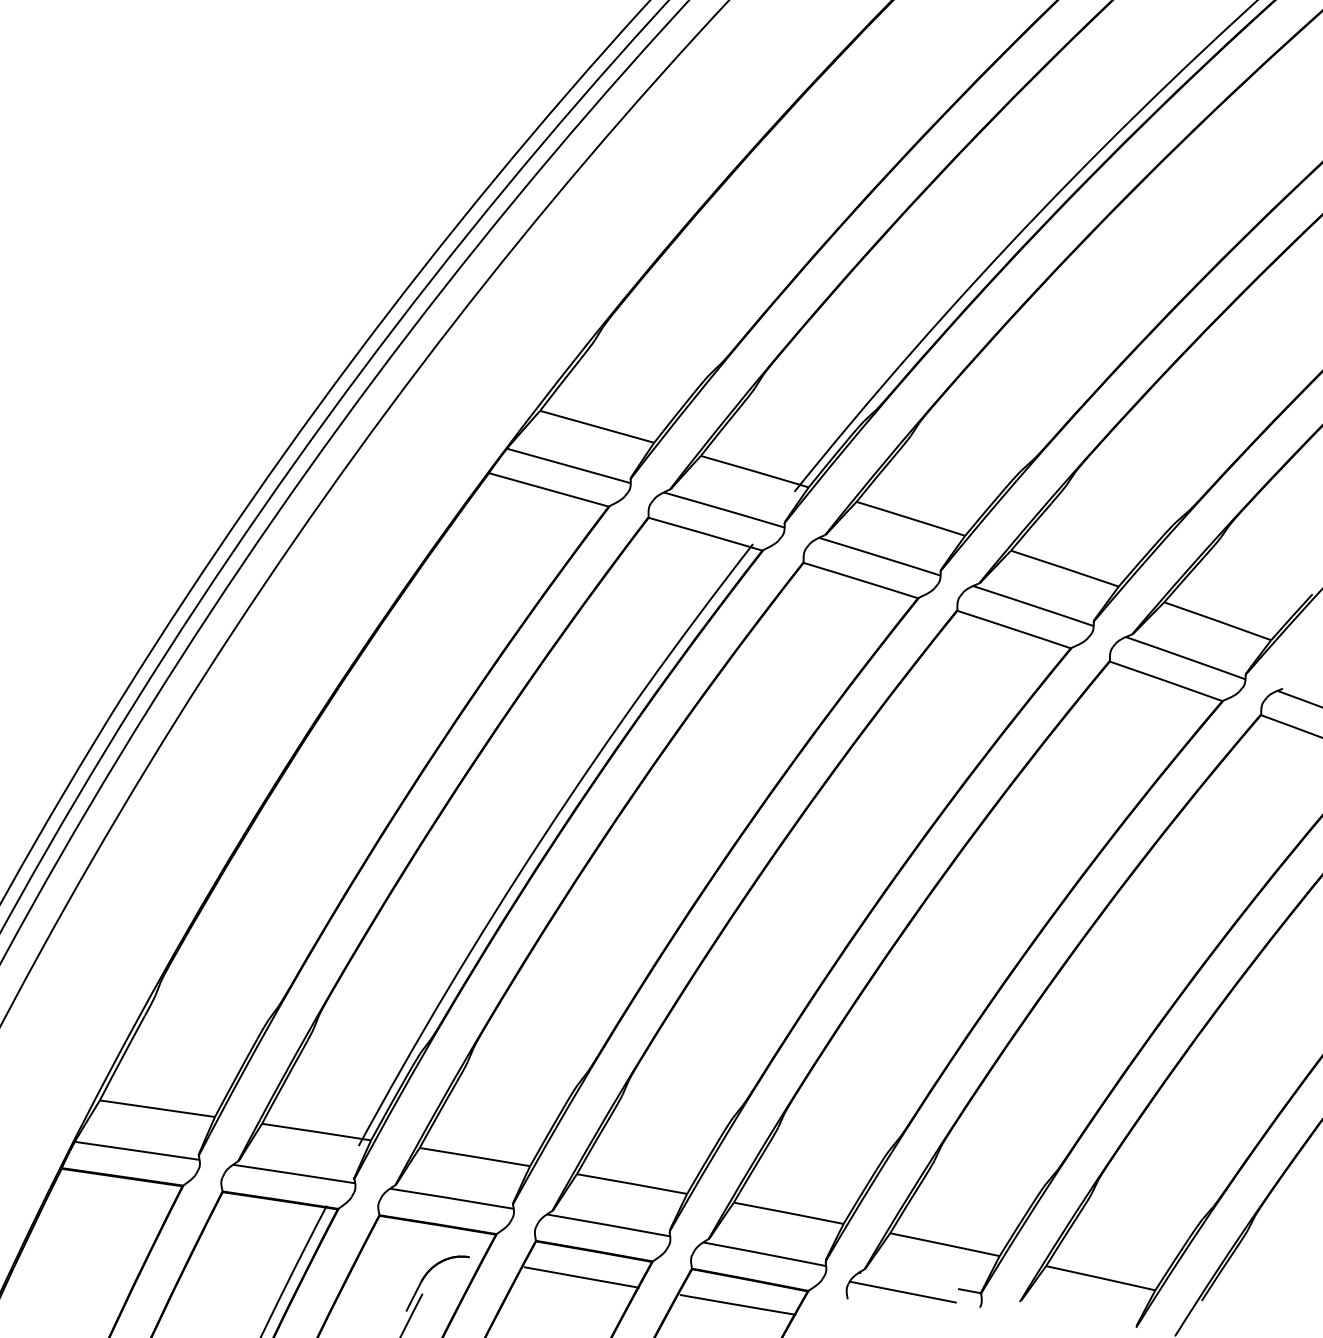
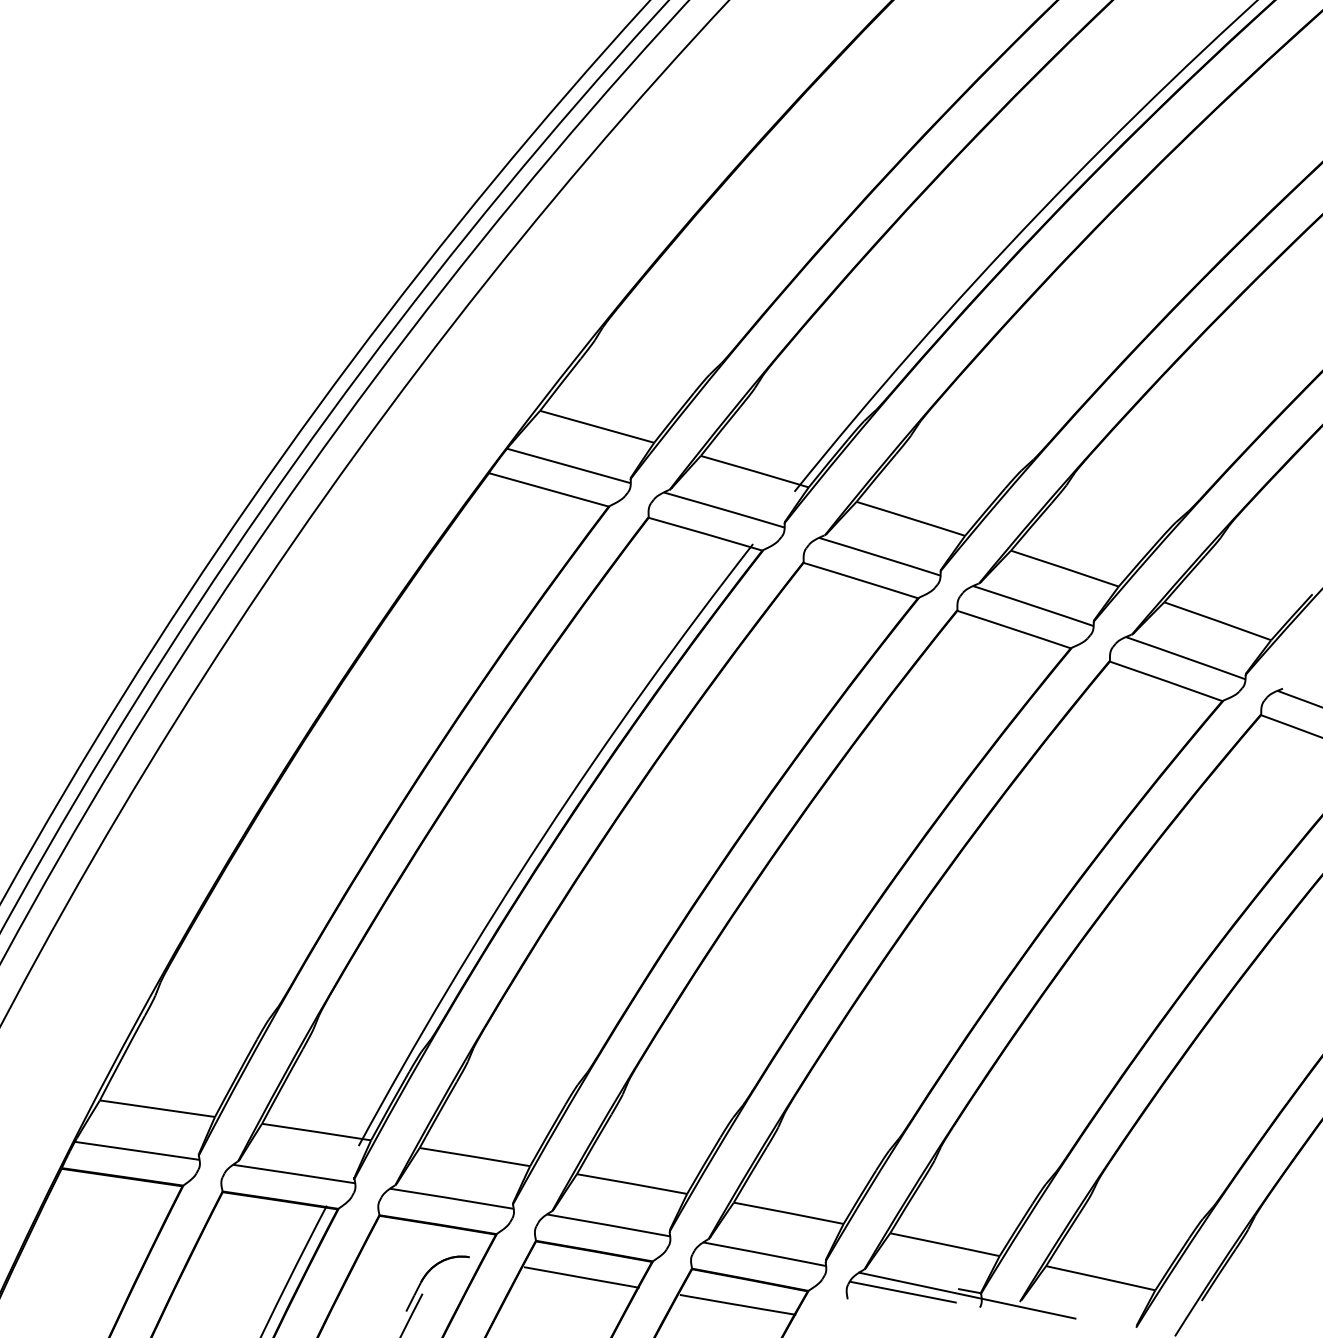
line at (967, 1295): none -> present
